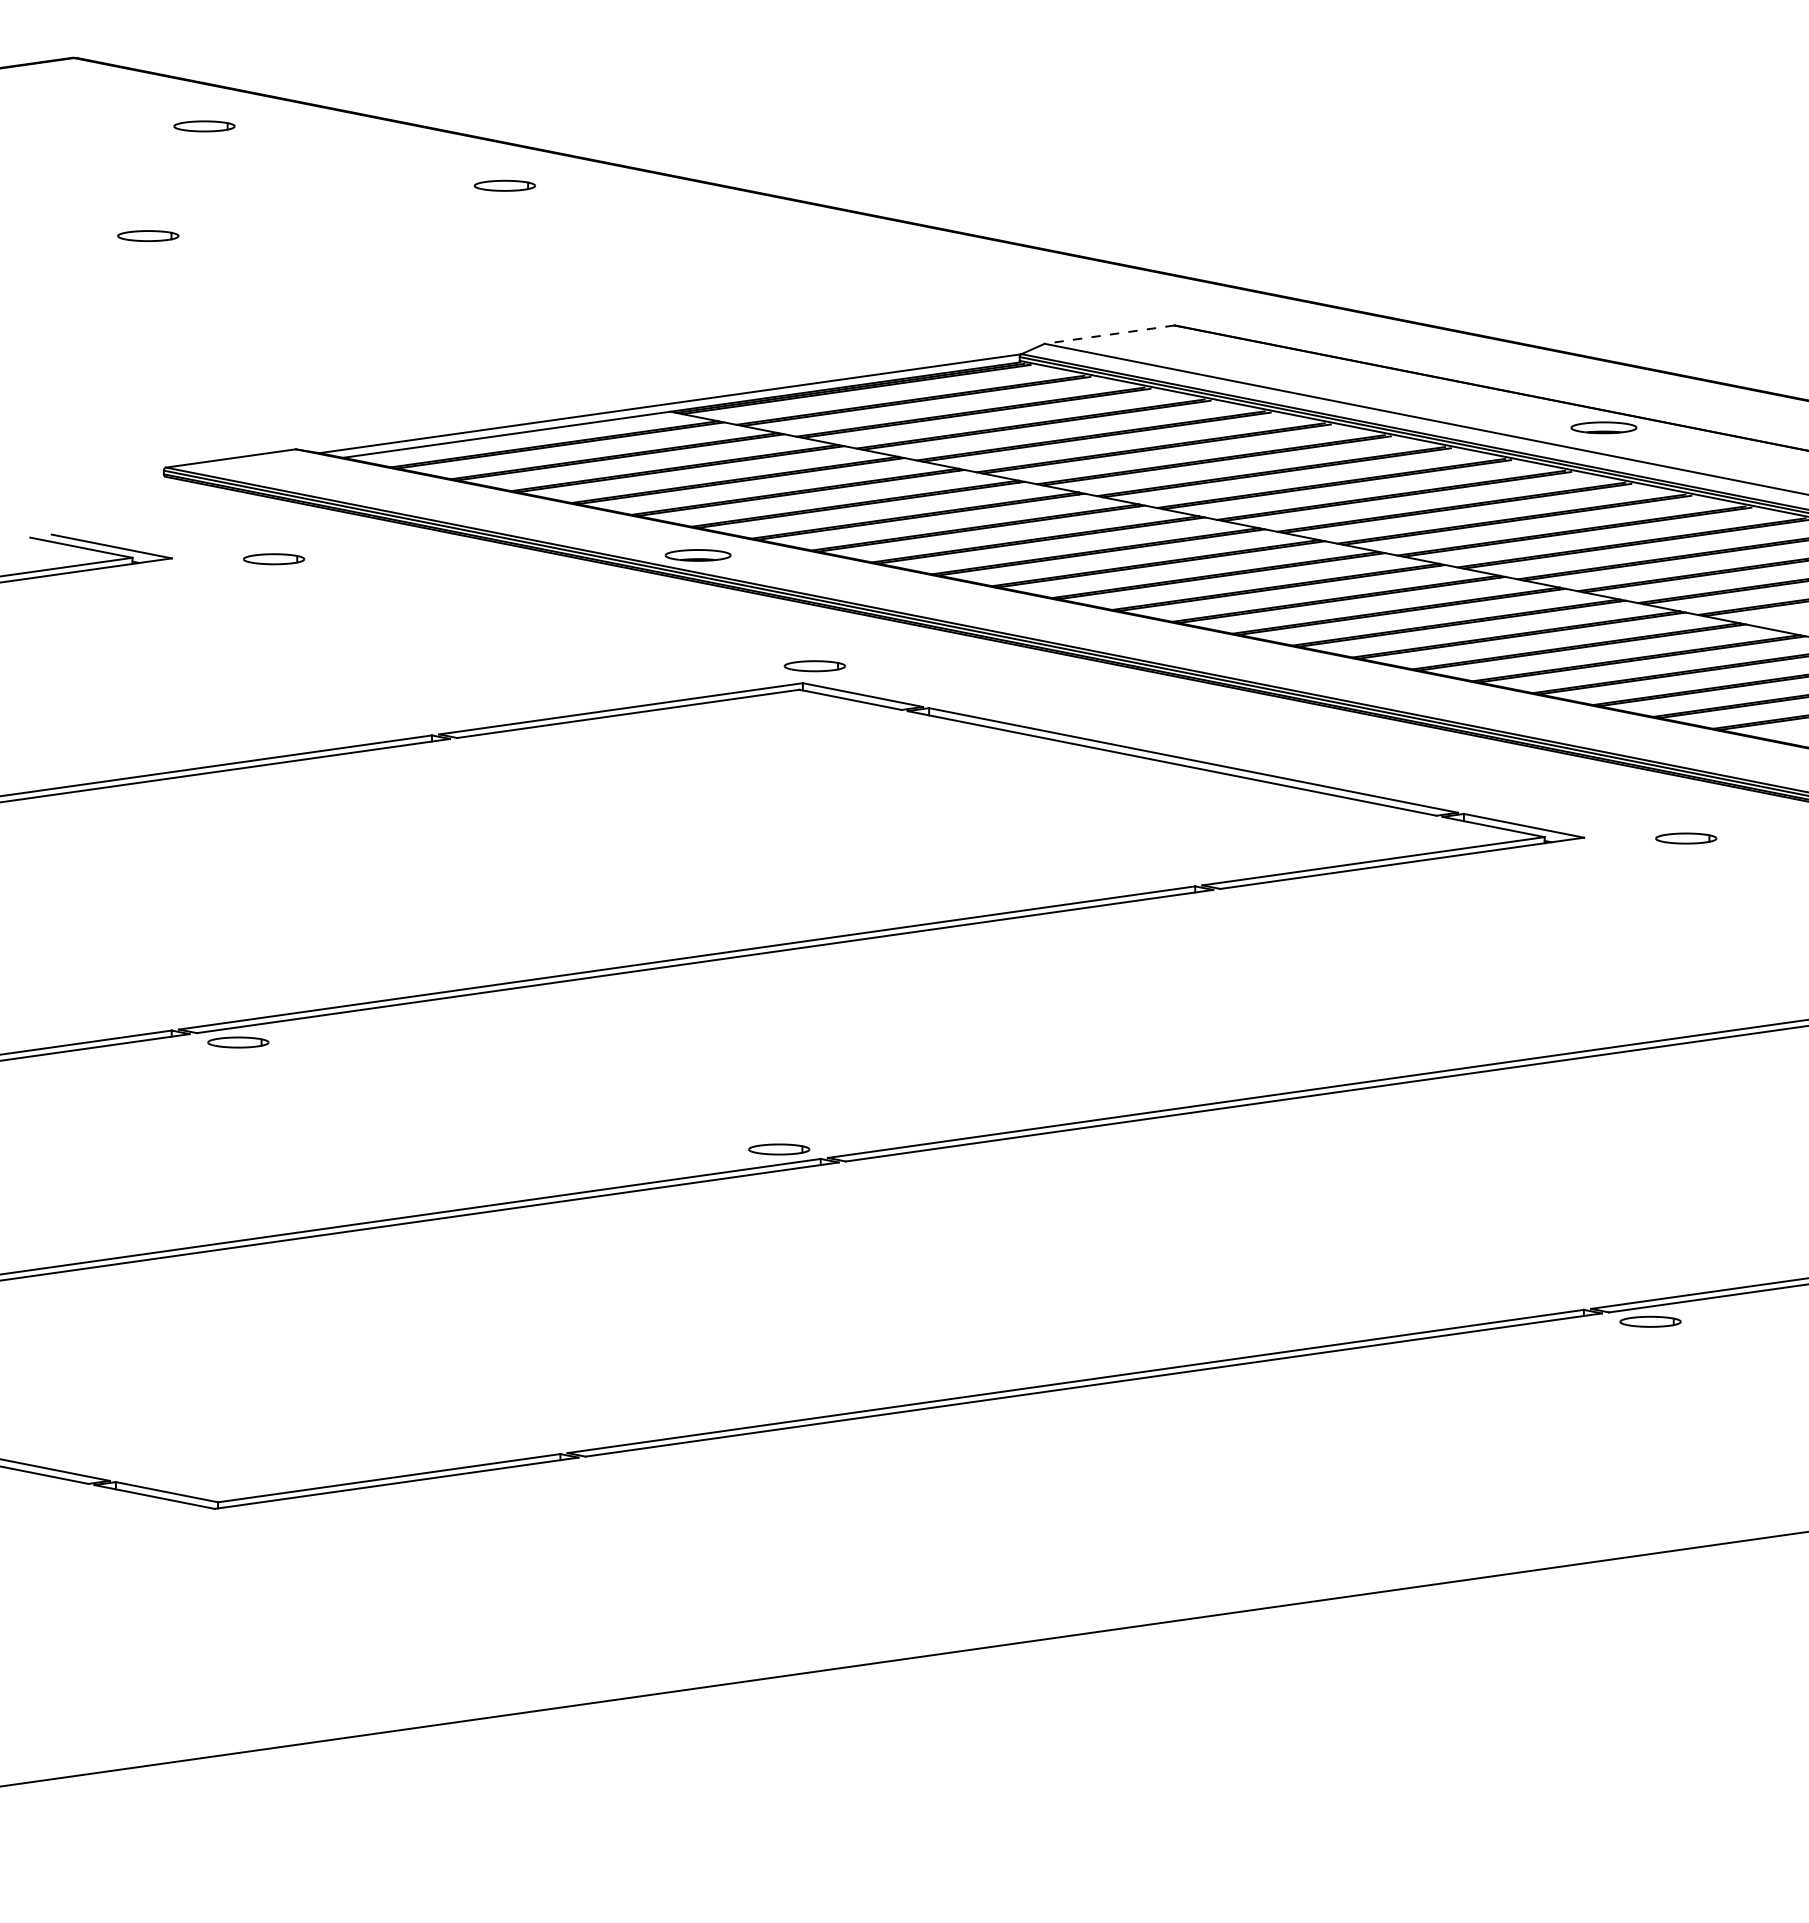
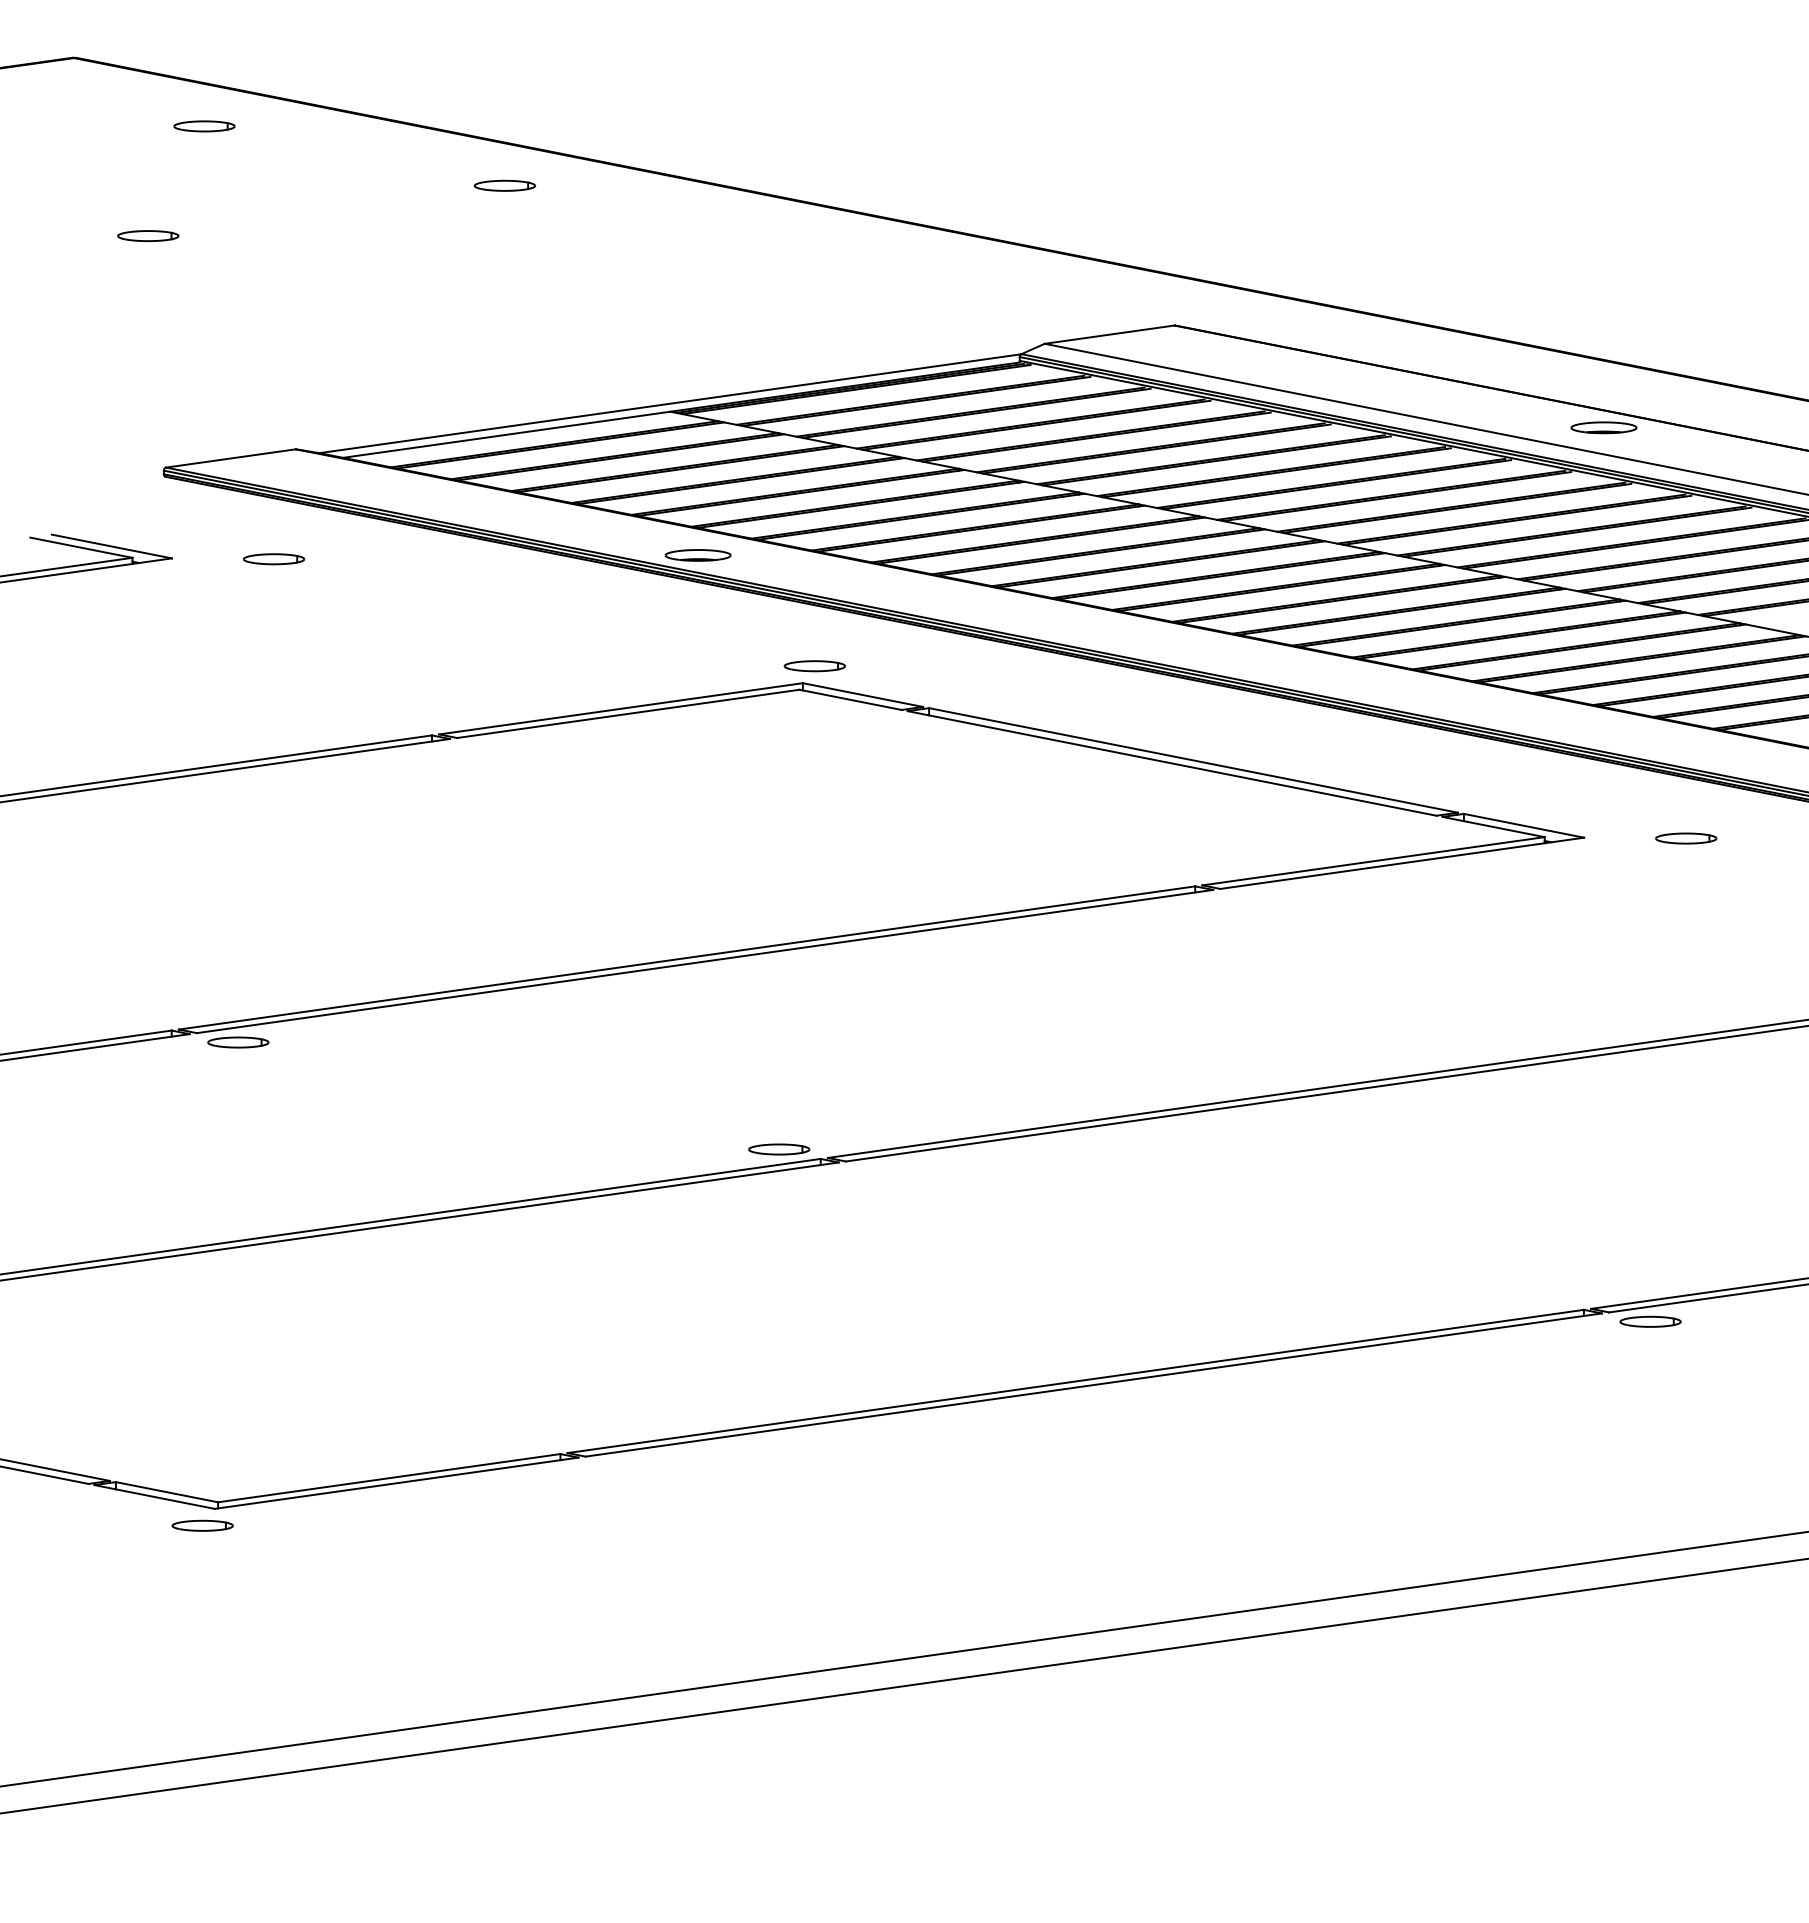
line at (1109, 334): dashed -> solid
part at (202, 1525): none -> present
line at (903, 1686): none -> present
